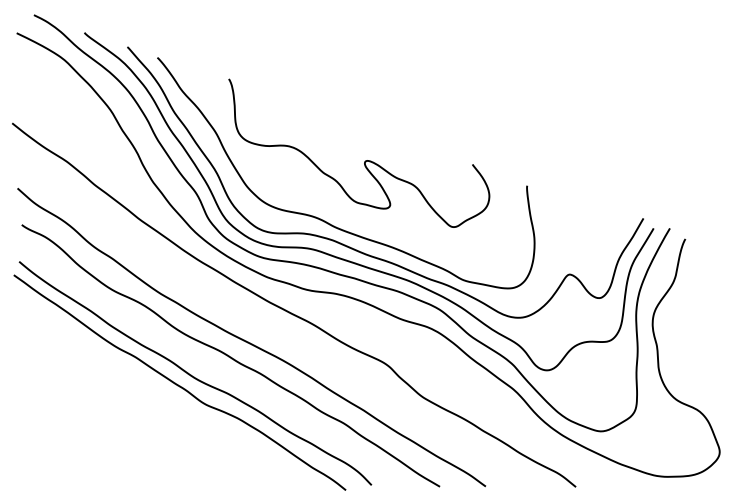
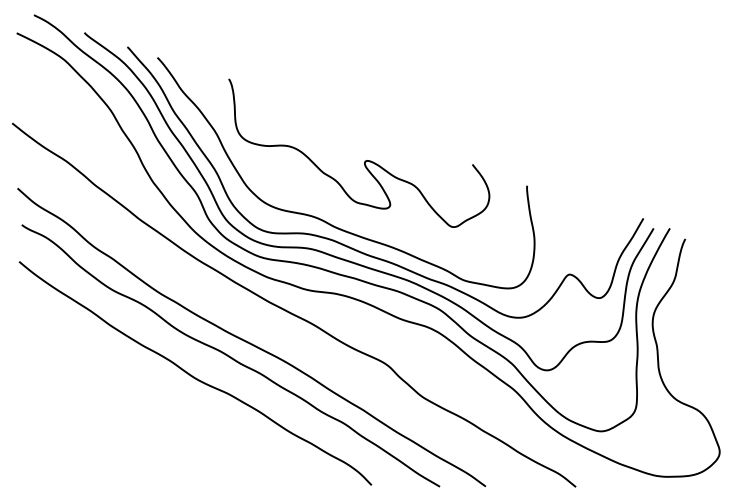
curve at (178, 384): present -> none
